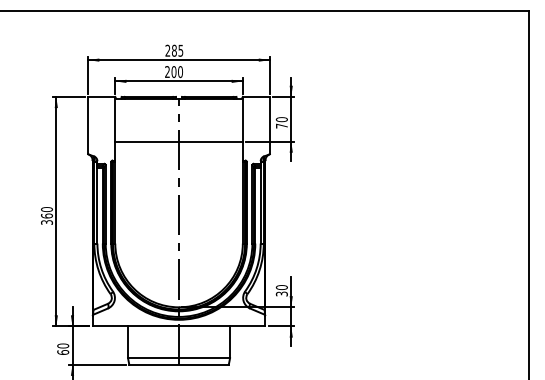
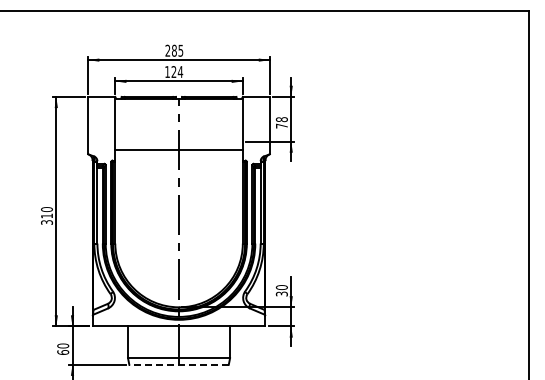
text at (174, 72): 200 -> 124
text at (281, 119): 70 -> 78
line at (178, 141) position: (178, 141) -> (178, 149)
text at (46, 215): 360 -> 310
line at (179, 364): solid -> dashed
